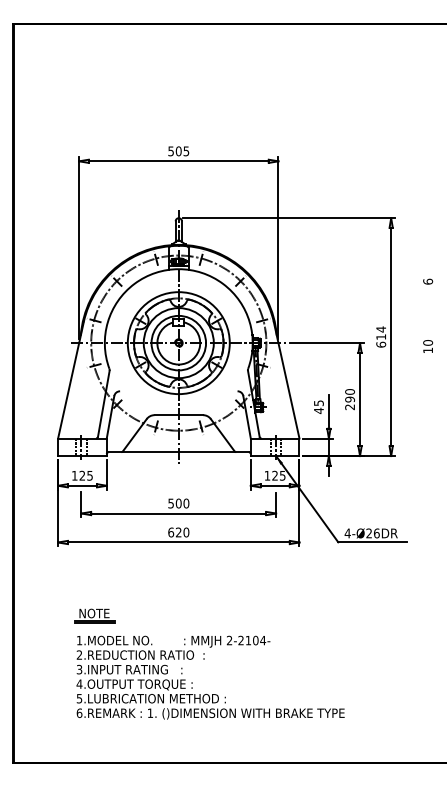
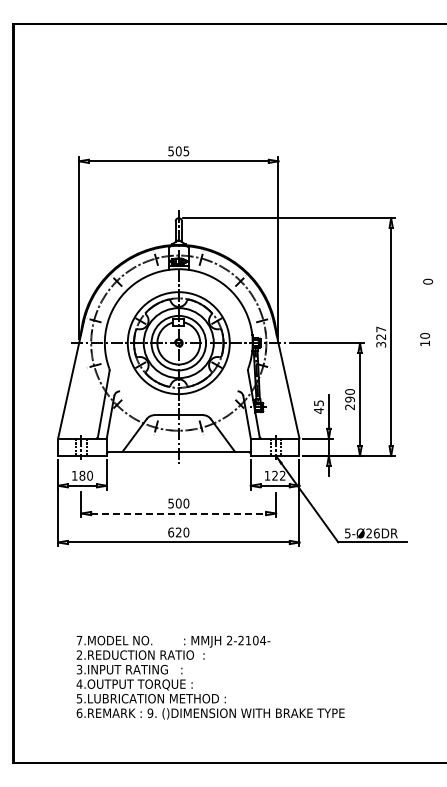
text at (427, 281): 6 -> 0
text at (381, 336): 614 -> 327
text at (428, 346) position: (428, 346) -> (425, 339)
text at (85, 475): 125 -> 180
text at (282, 475): 125 -> 122
line at (178, 513): solid -> dashed
text at (347, 533): 4-Ø26DR -> 5-Ø26DR
part at (94, 615): present -> none
text at (79, 640): 1.MODEL -> 7.MODEL
text at (150, 712): 1. -> 9.
